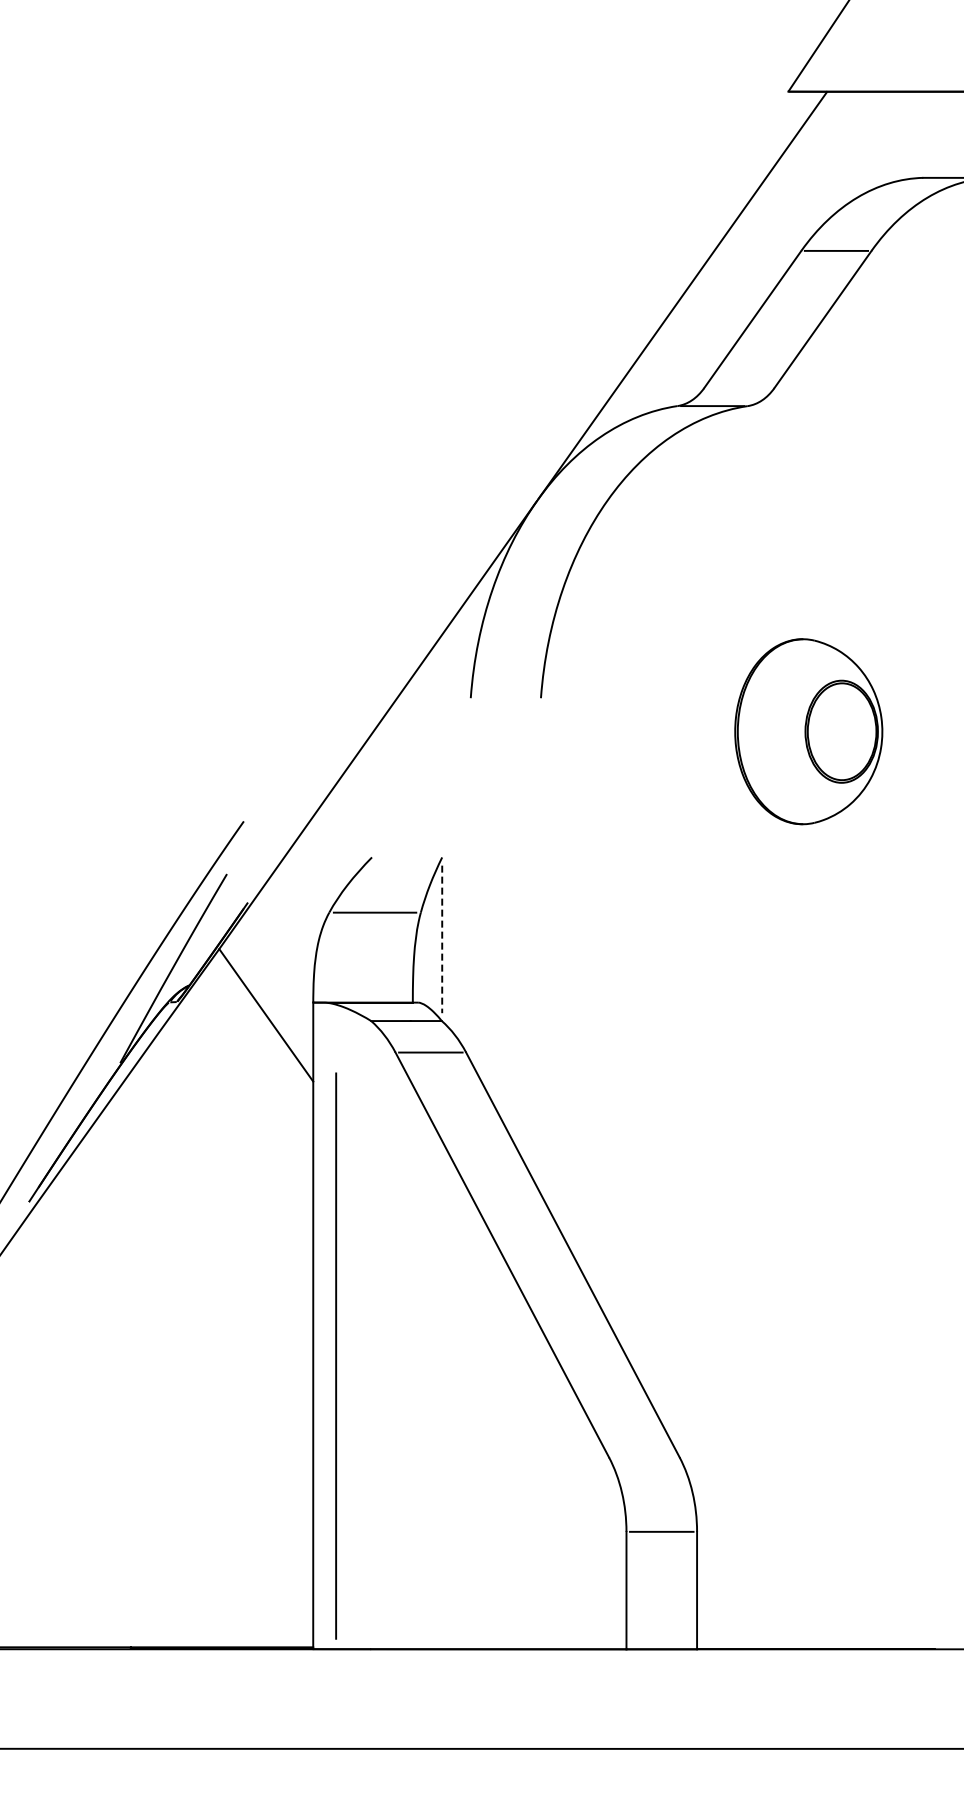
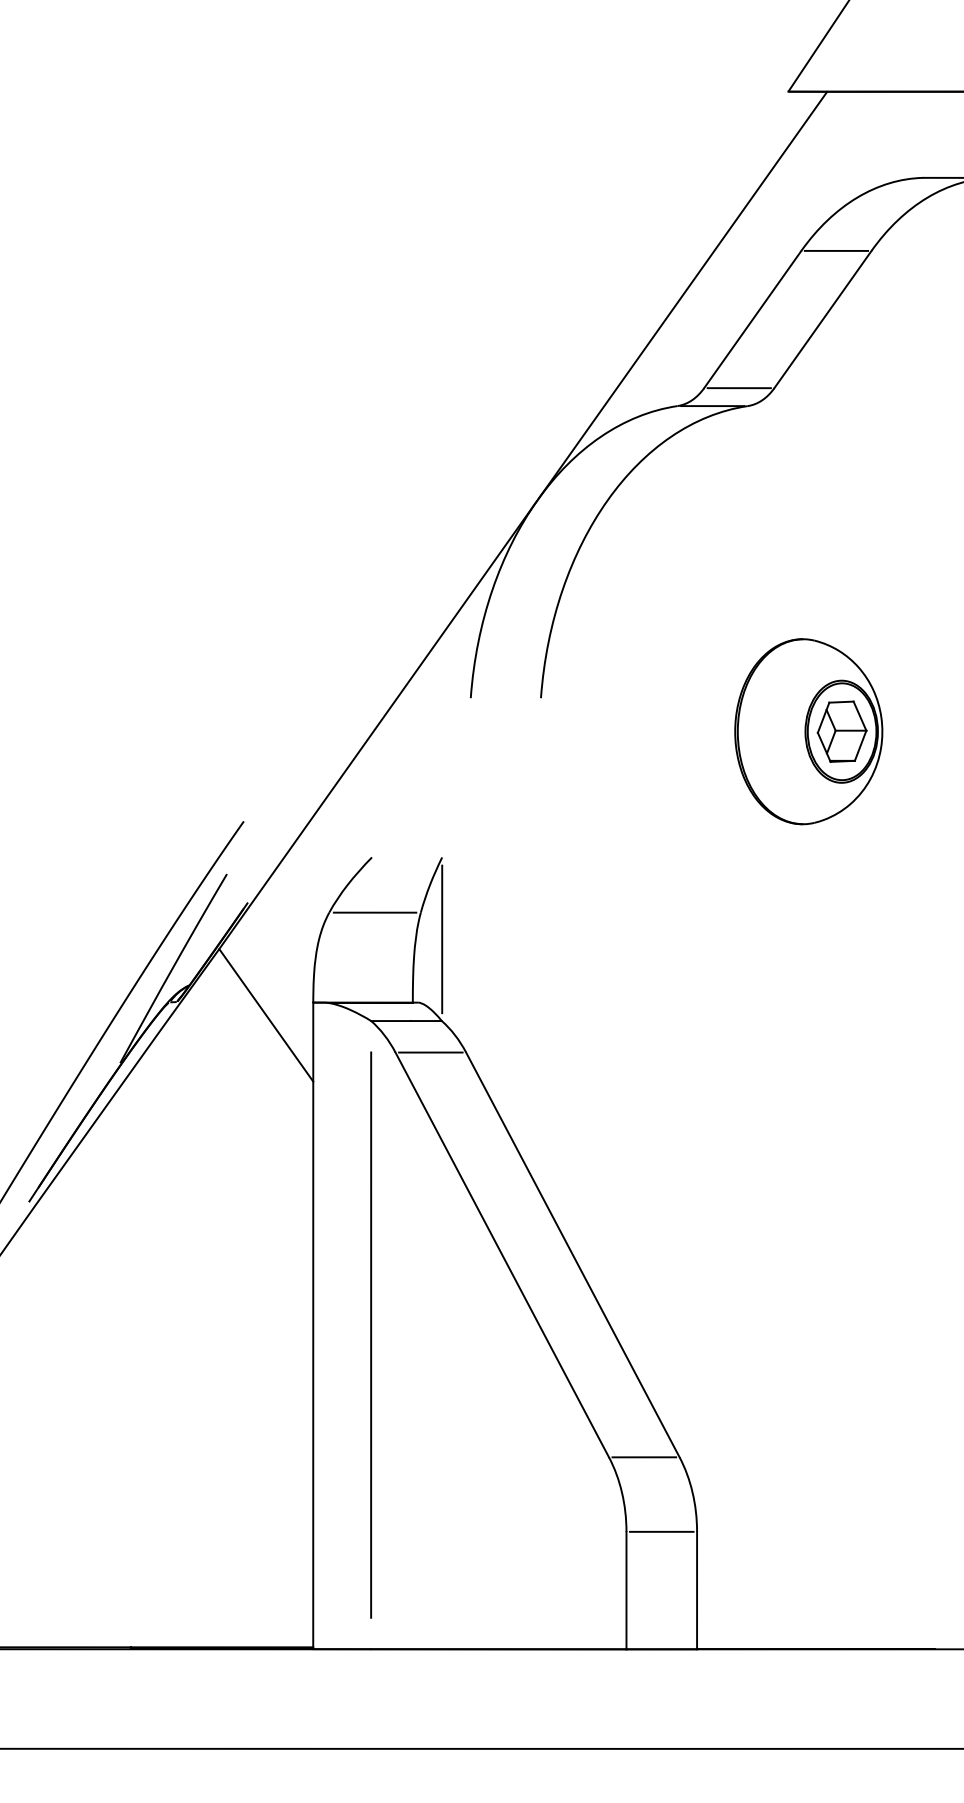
line at (738, 388): none -> present
part at (841, 731): none -> present
line at (442, 939): dashed -> solid
line at (336, 1355) position: (336, 1355) -> (371, 1334)
line at (644, 1457): none -> present
